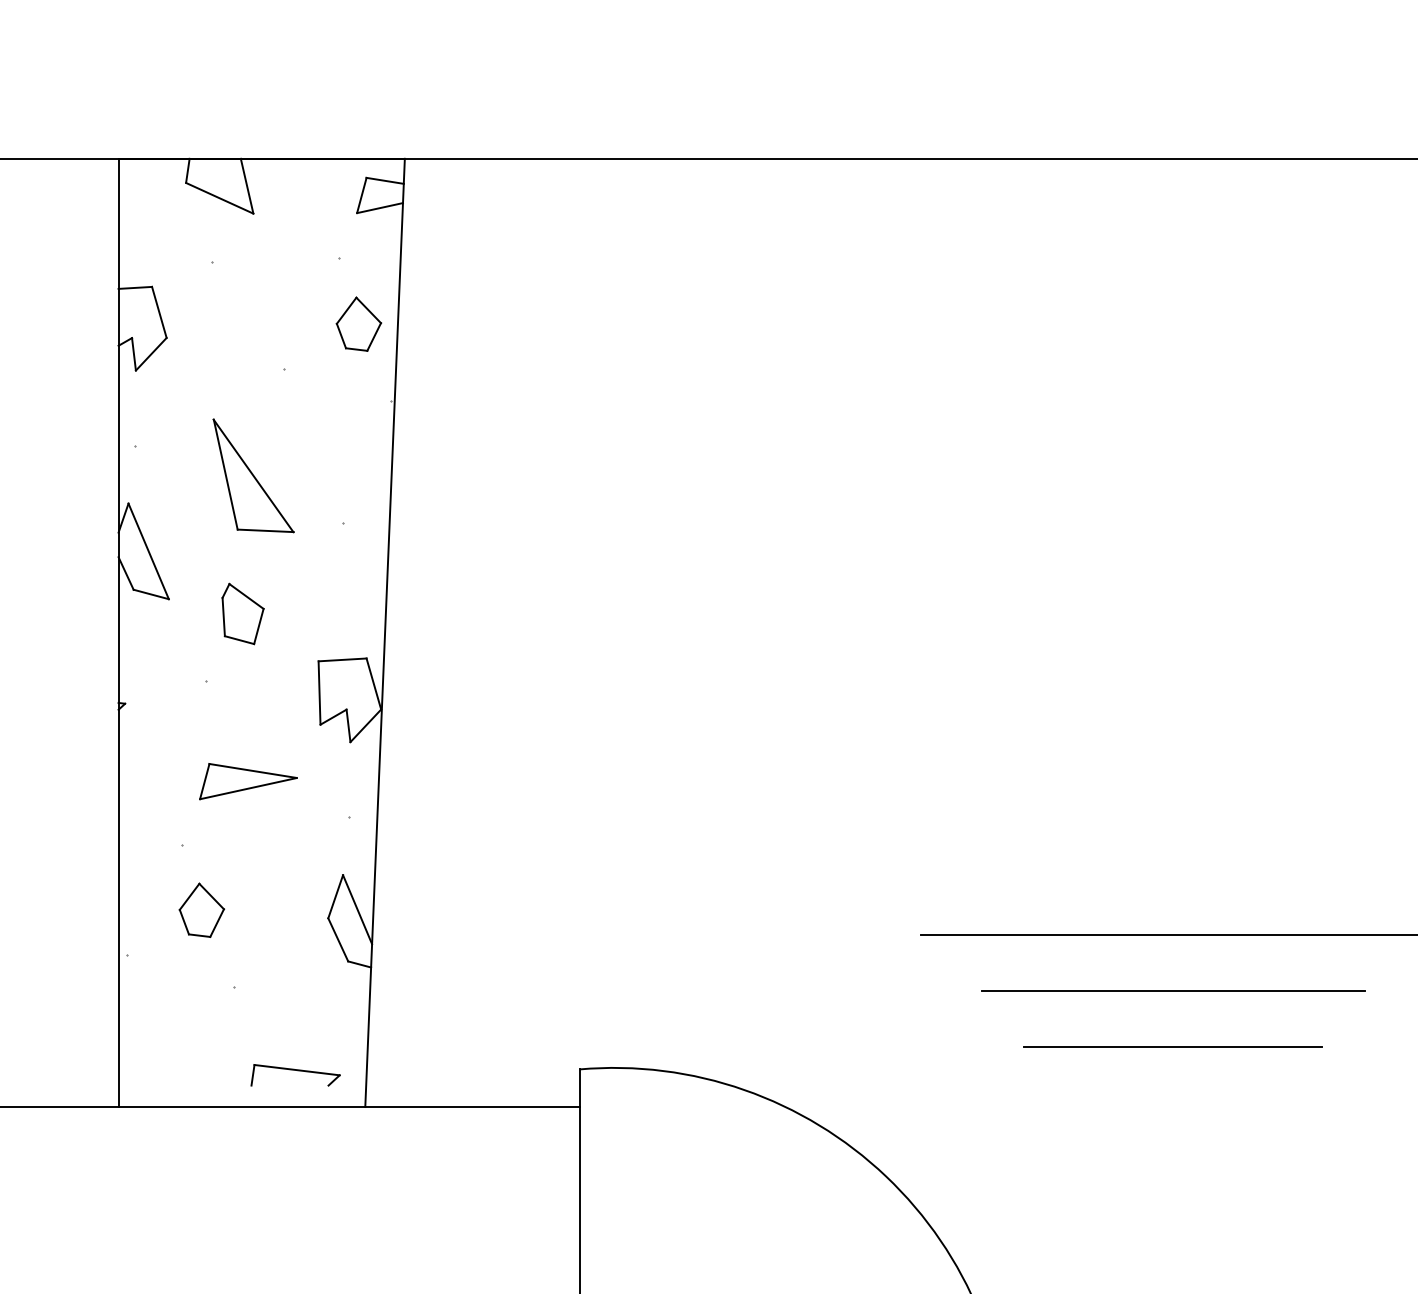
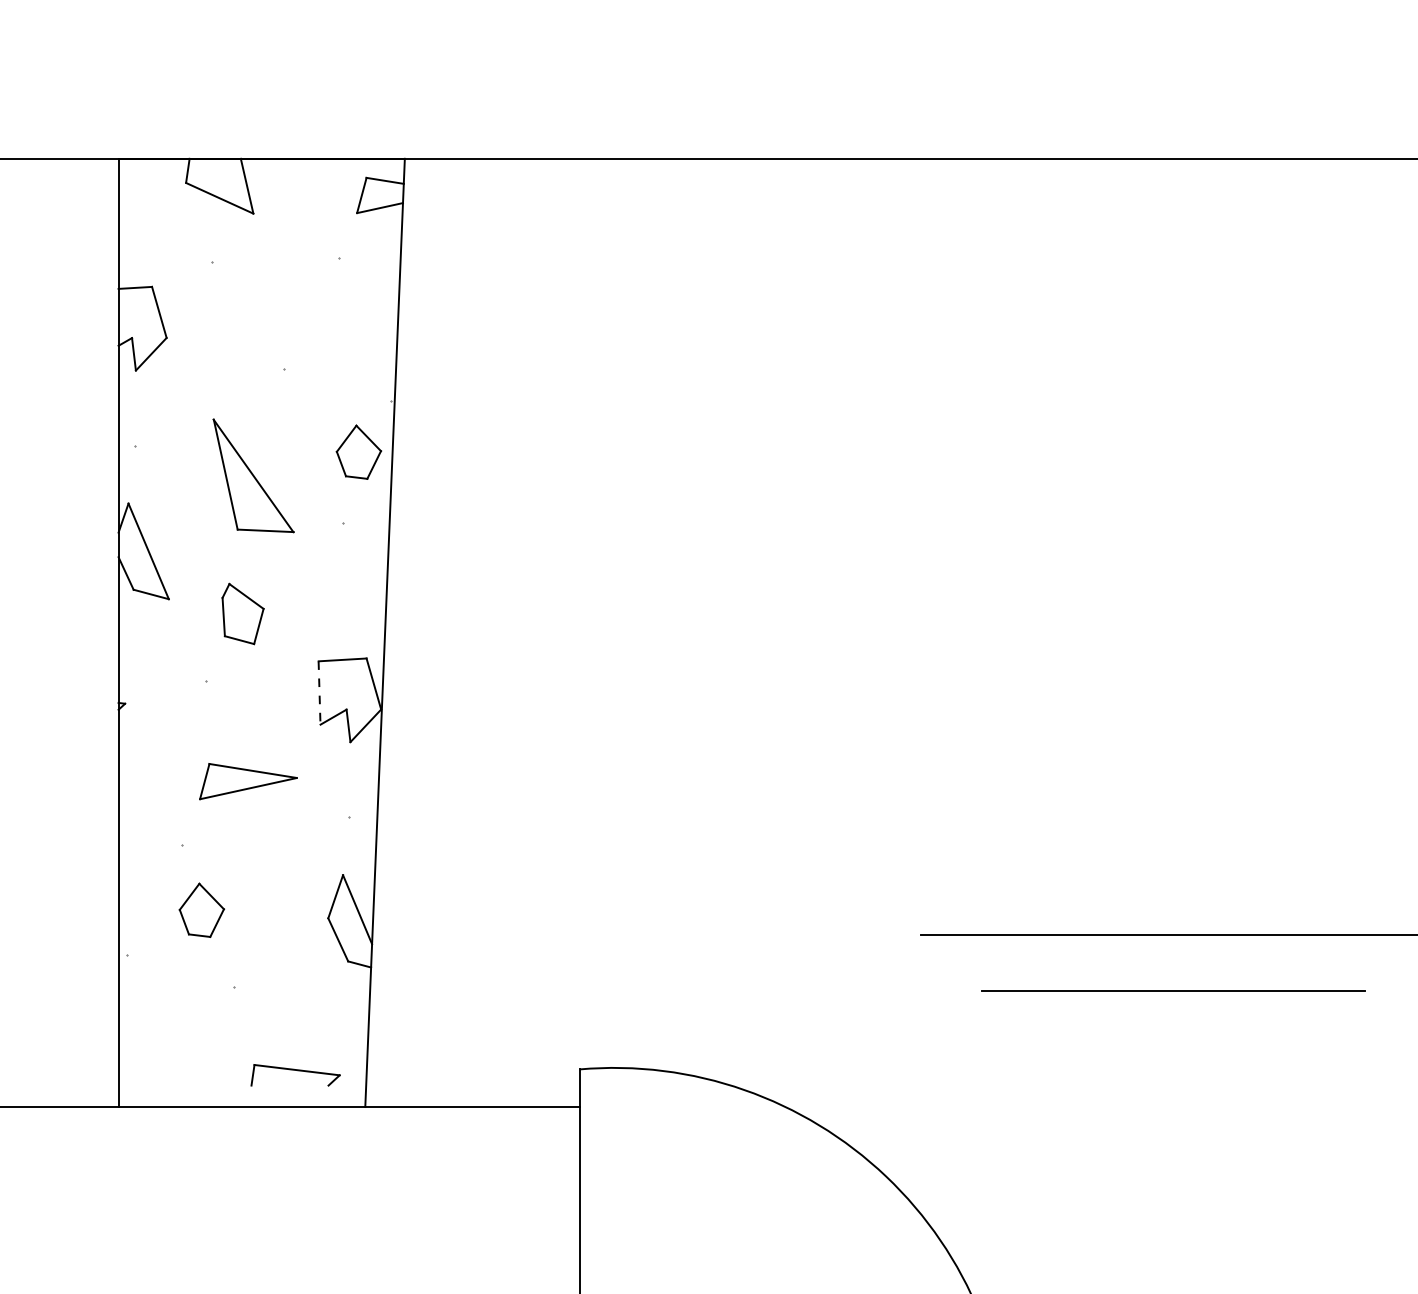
part at (358, 323) position: (358, 323) -> (358, 451)
line at (319, 693): solid -> dashed
line at (1172, 1046): present -> none
